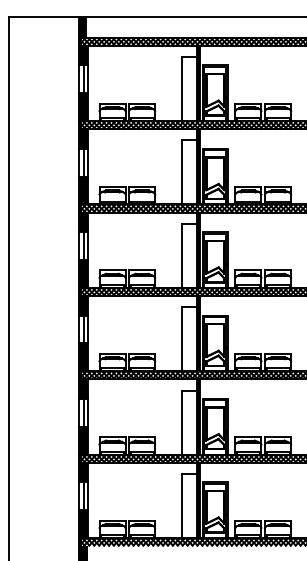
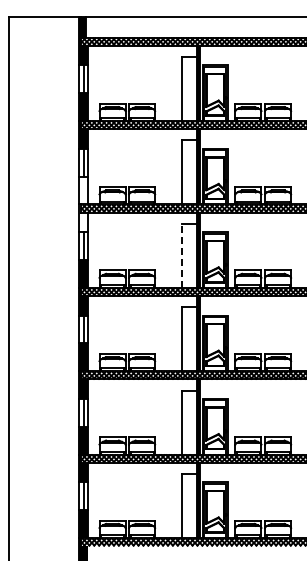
fill at (83, 204): present -> none
line at (182, 255): solid -> dashed
